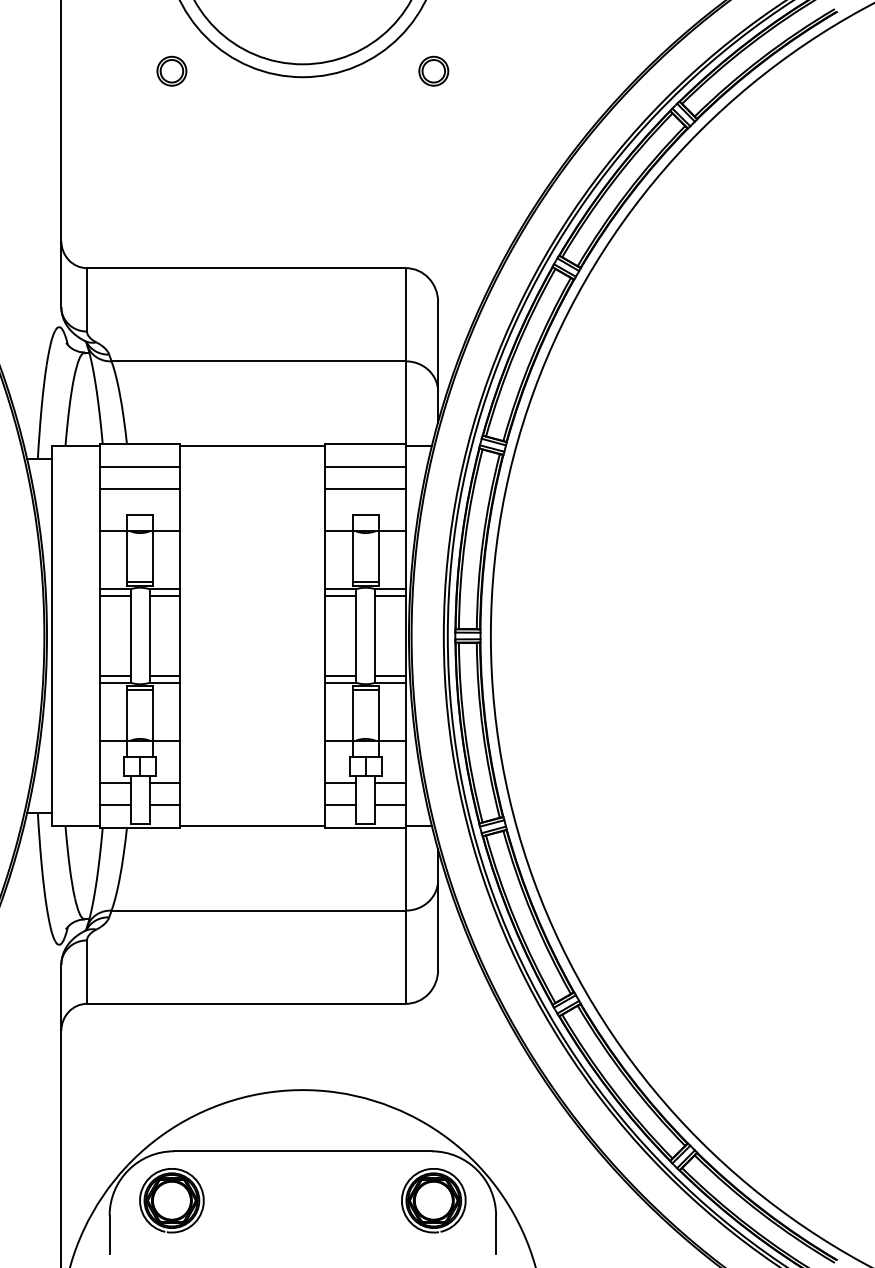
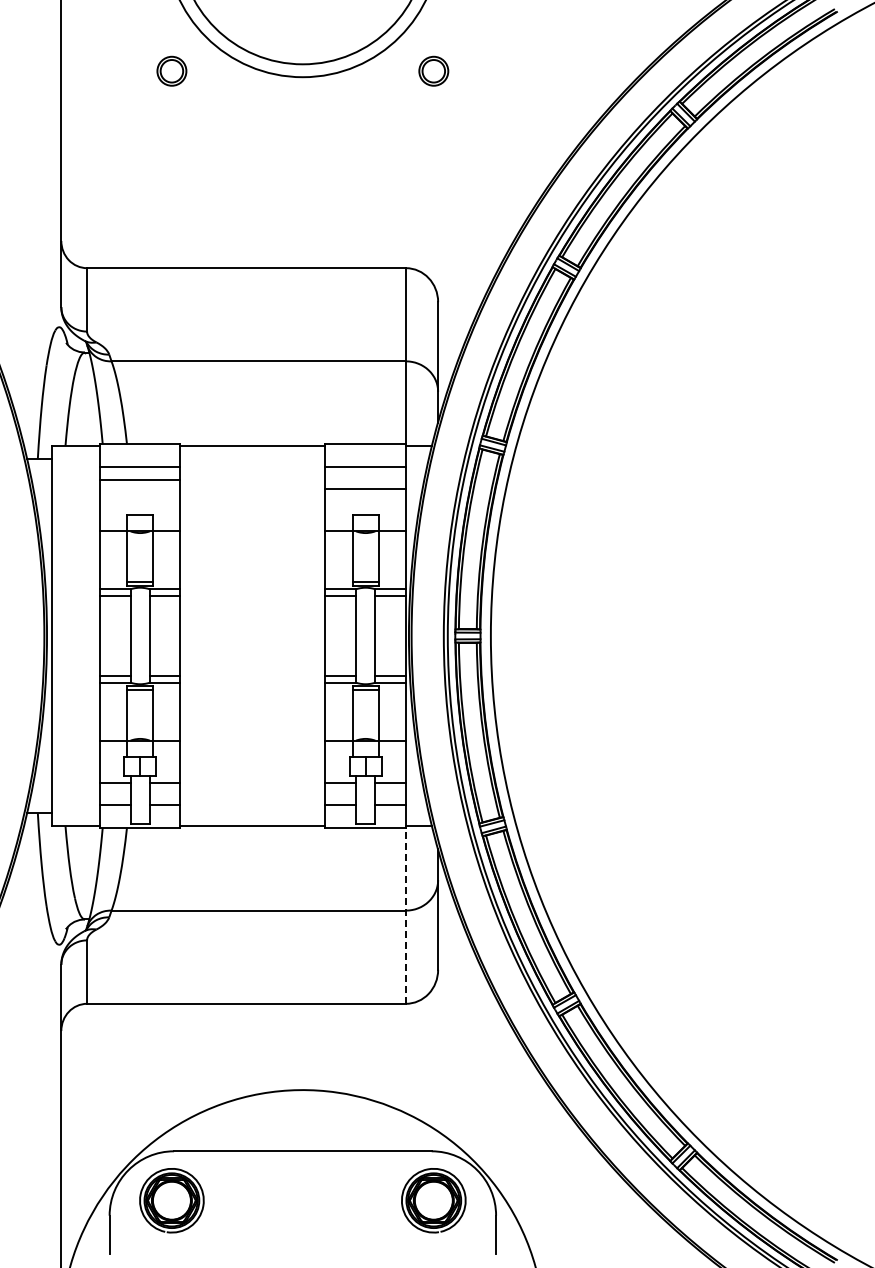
line at (139, 489) position: (139, 489) -> (139, 480)
line at (405, 915): solid -> dashed
